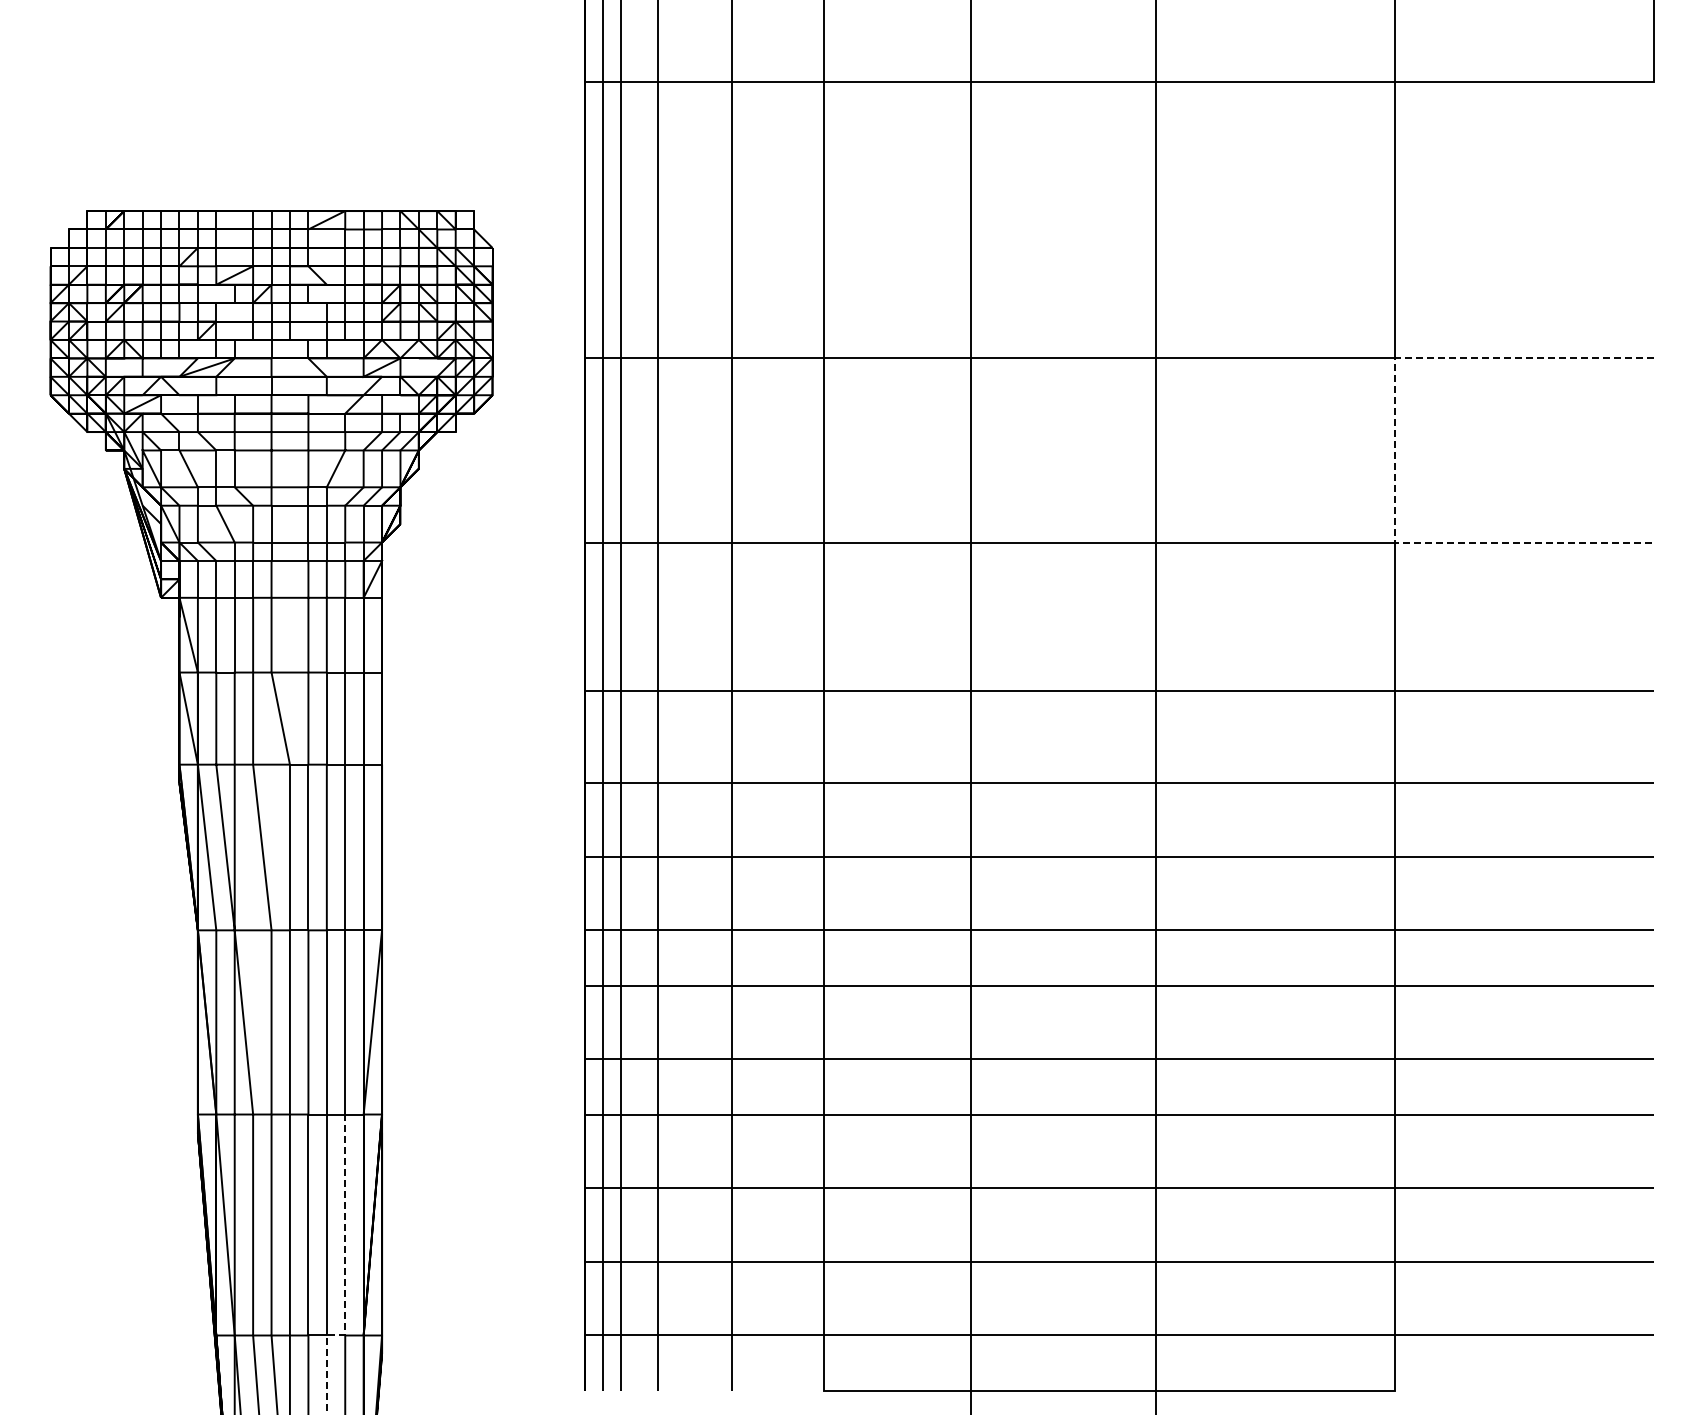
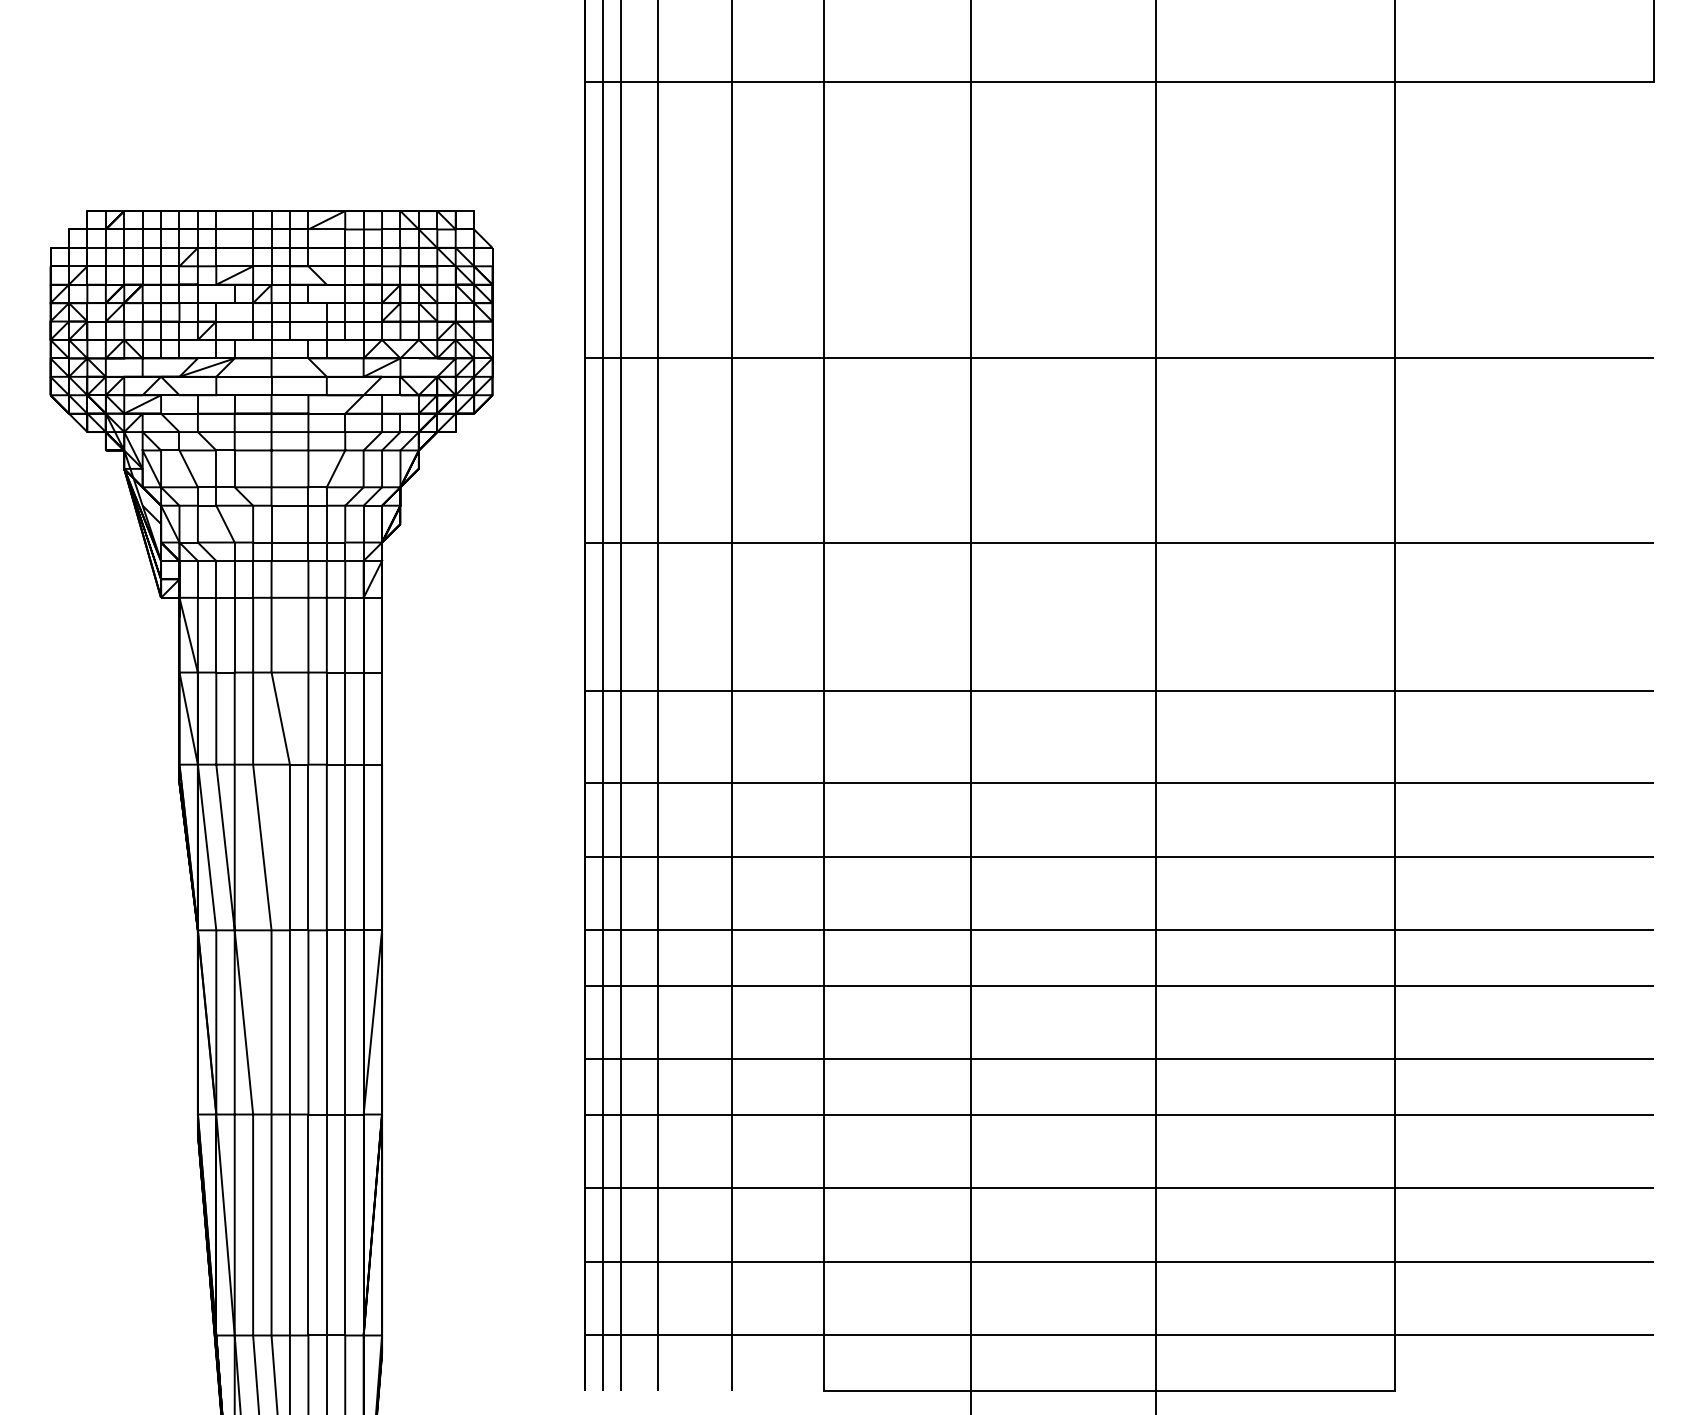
line at (1394, 450): dashed -> solid
line at (345, 1274): dashed -> solid
